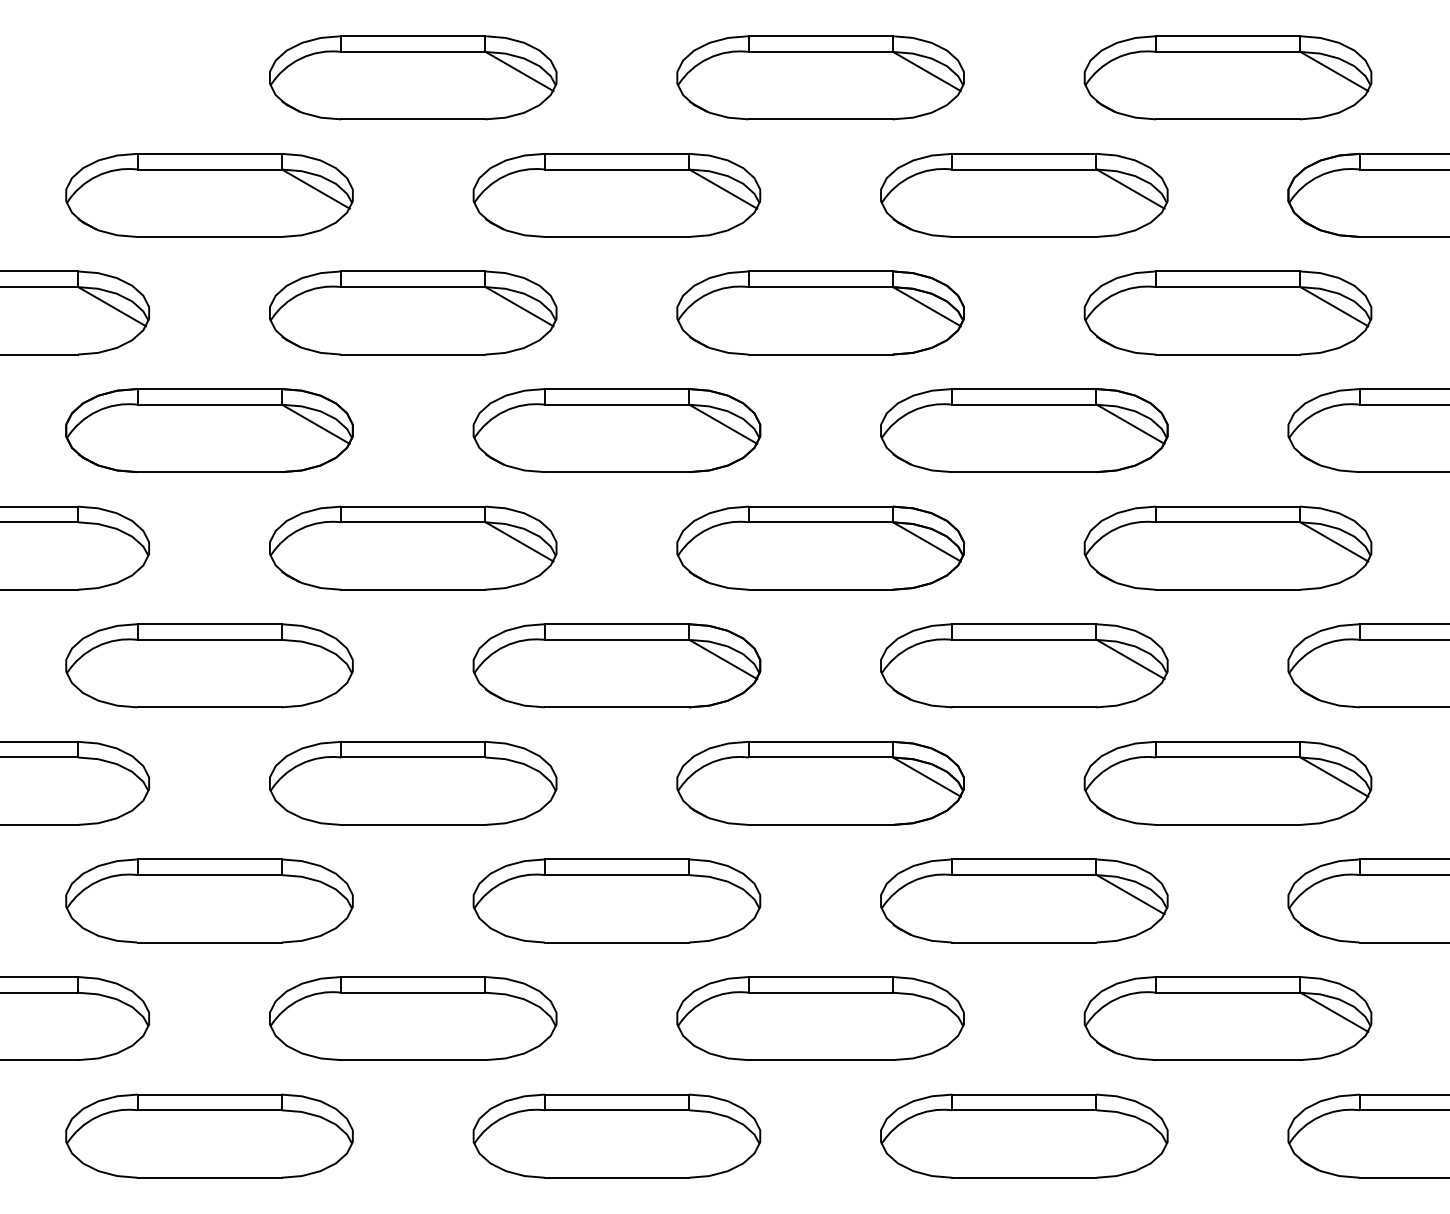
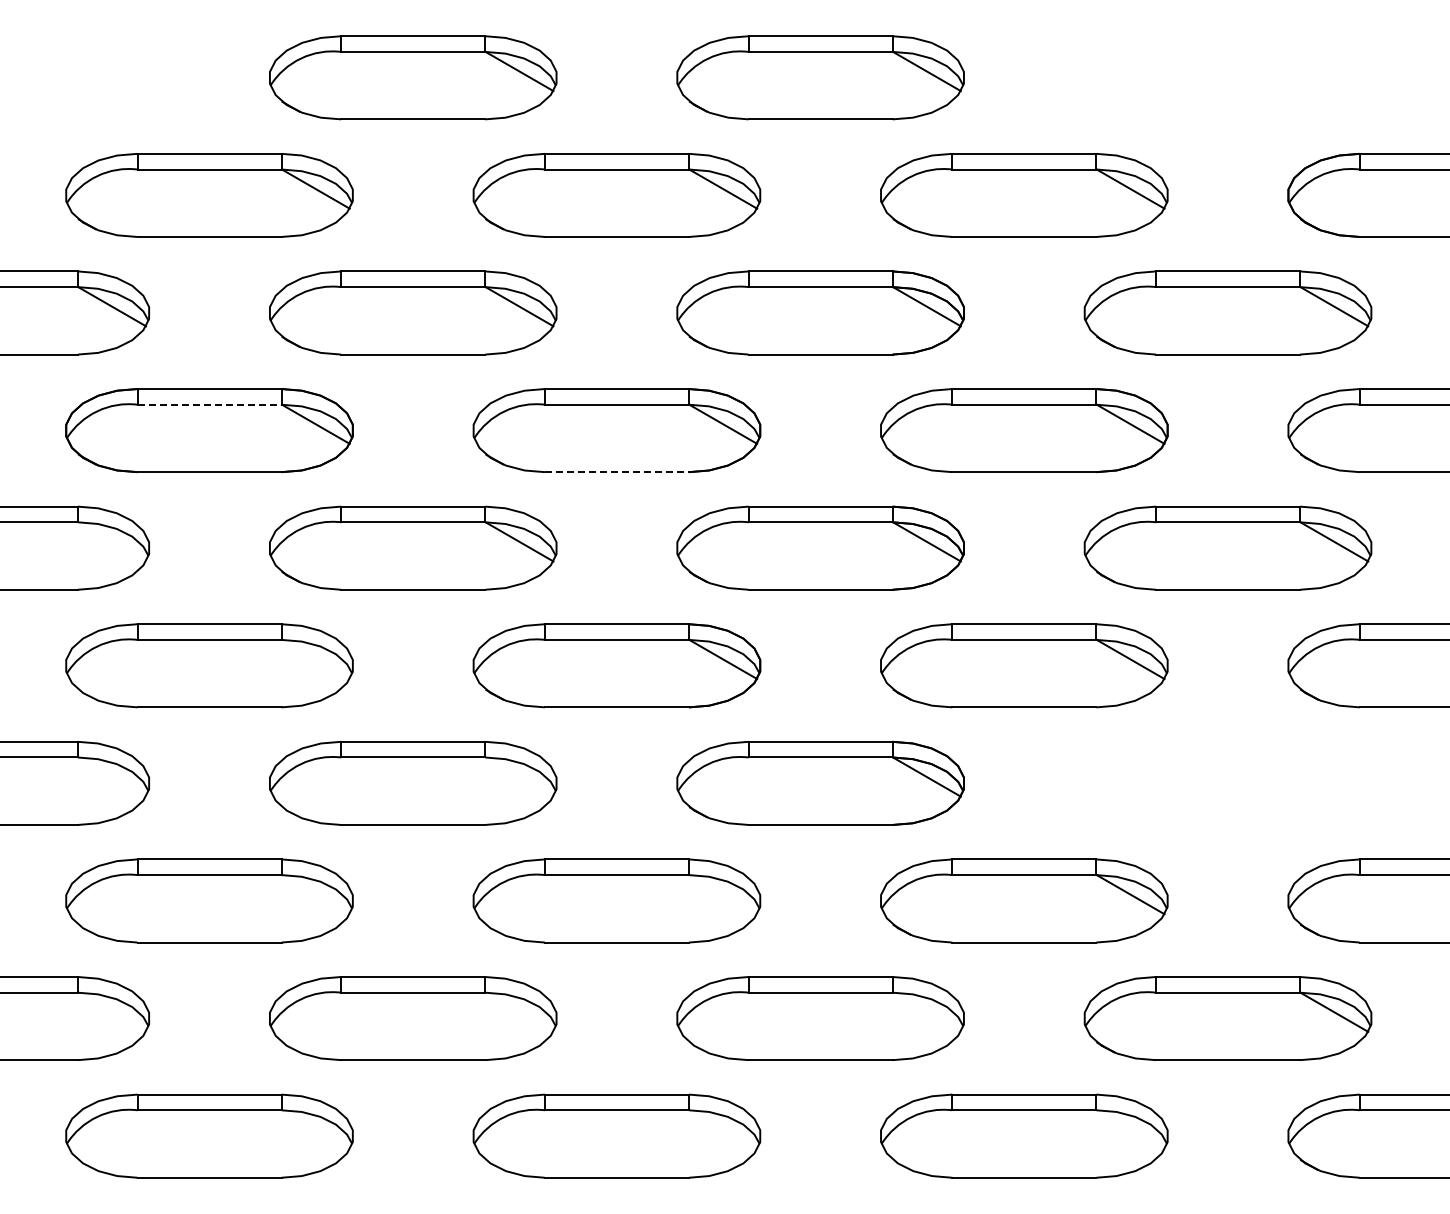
part at (1227, 77): present -> none
line at (210, 404): solid -> dashed
line at (617, 472): solid -> dashed
part at (1227, 783): present -> none
